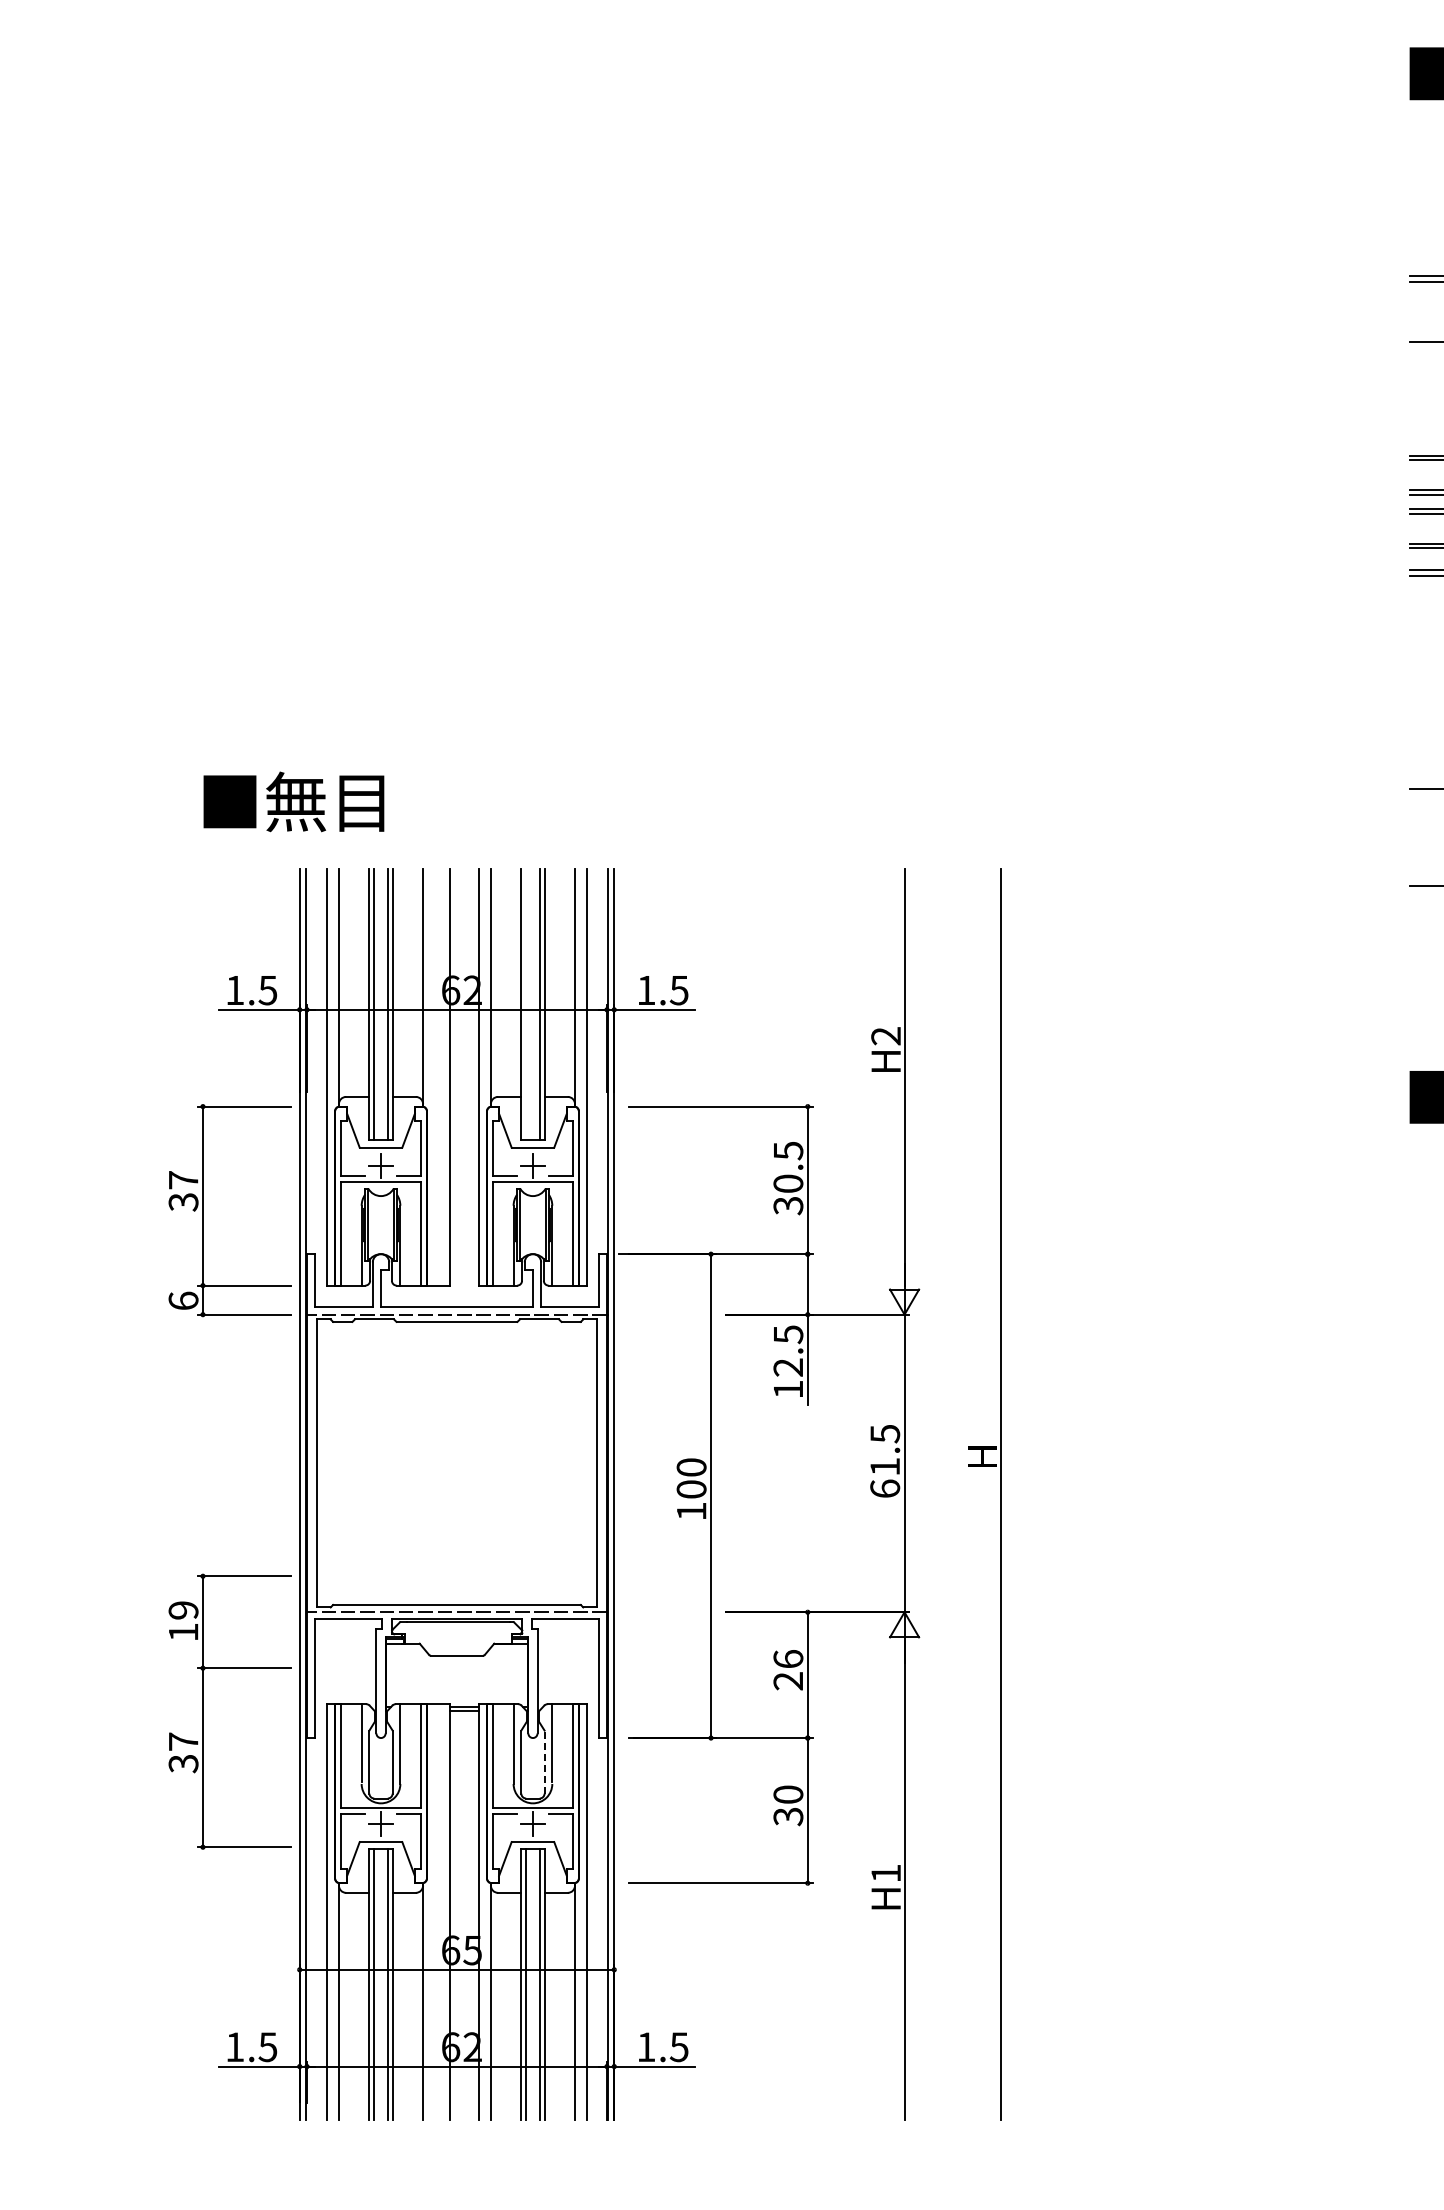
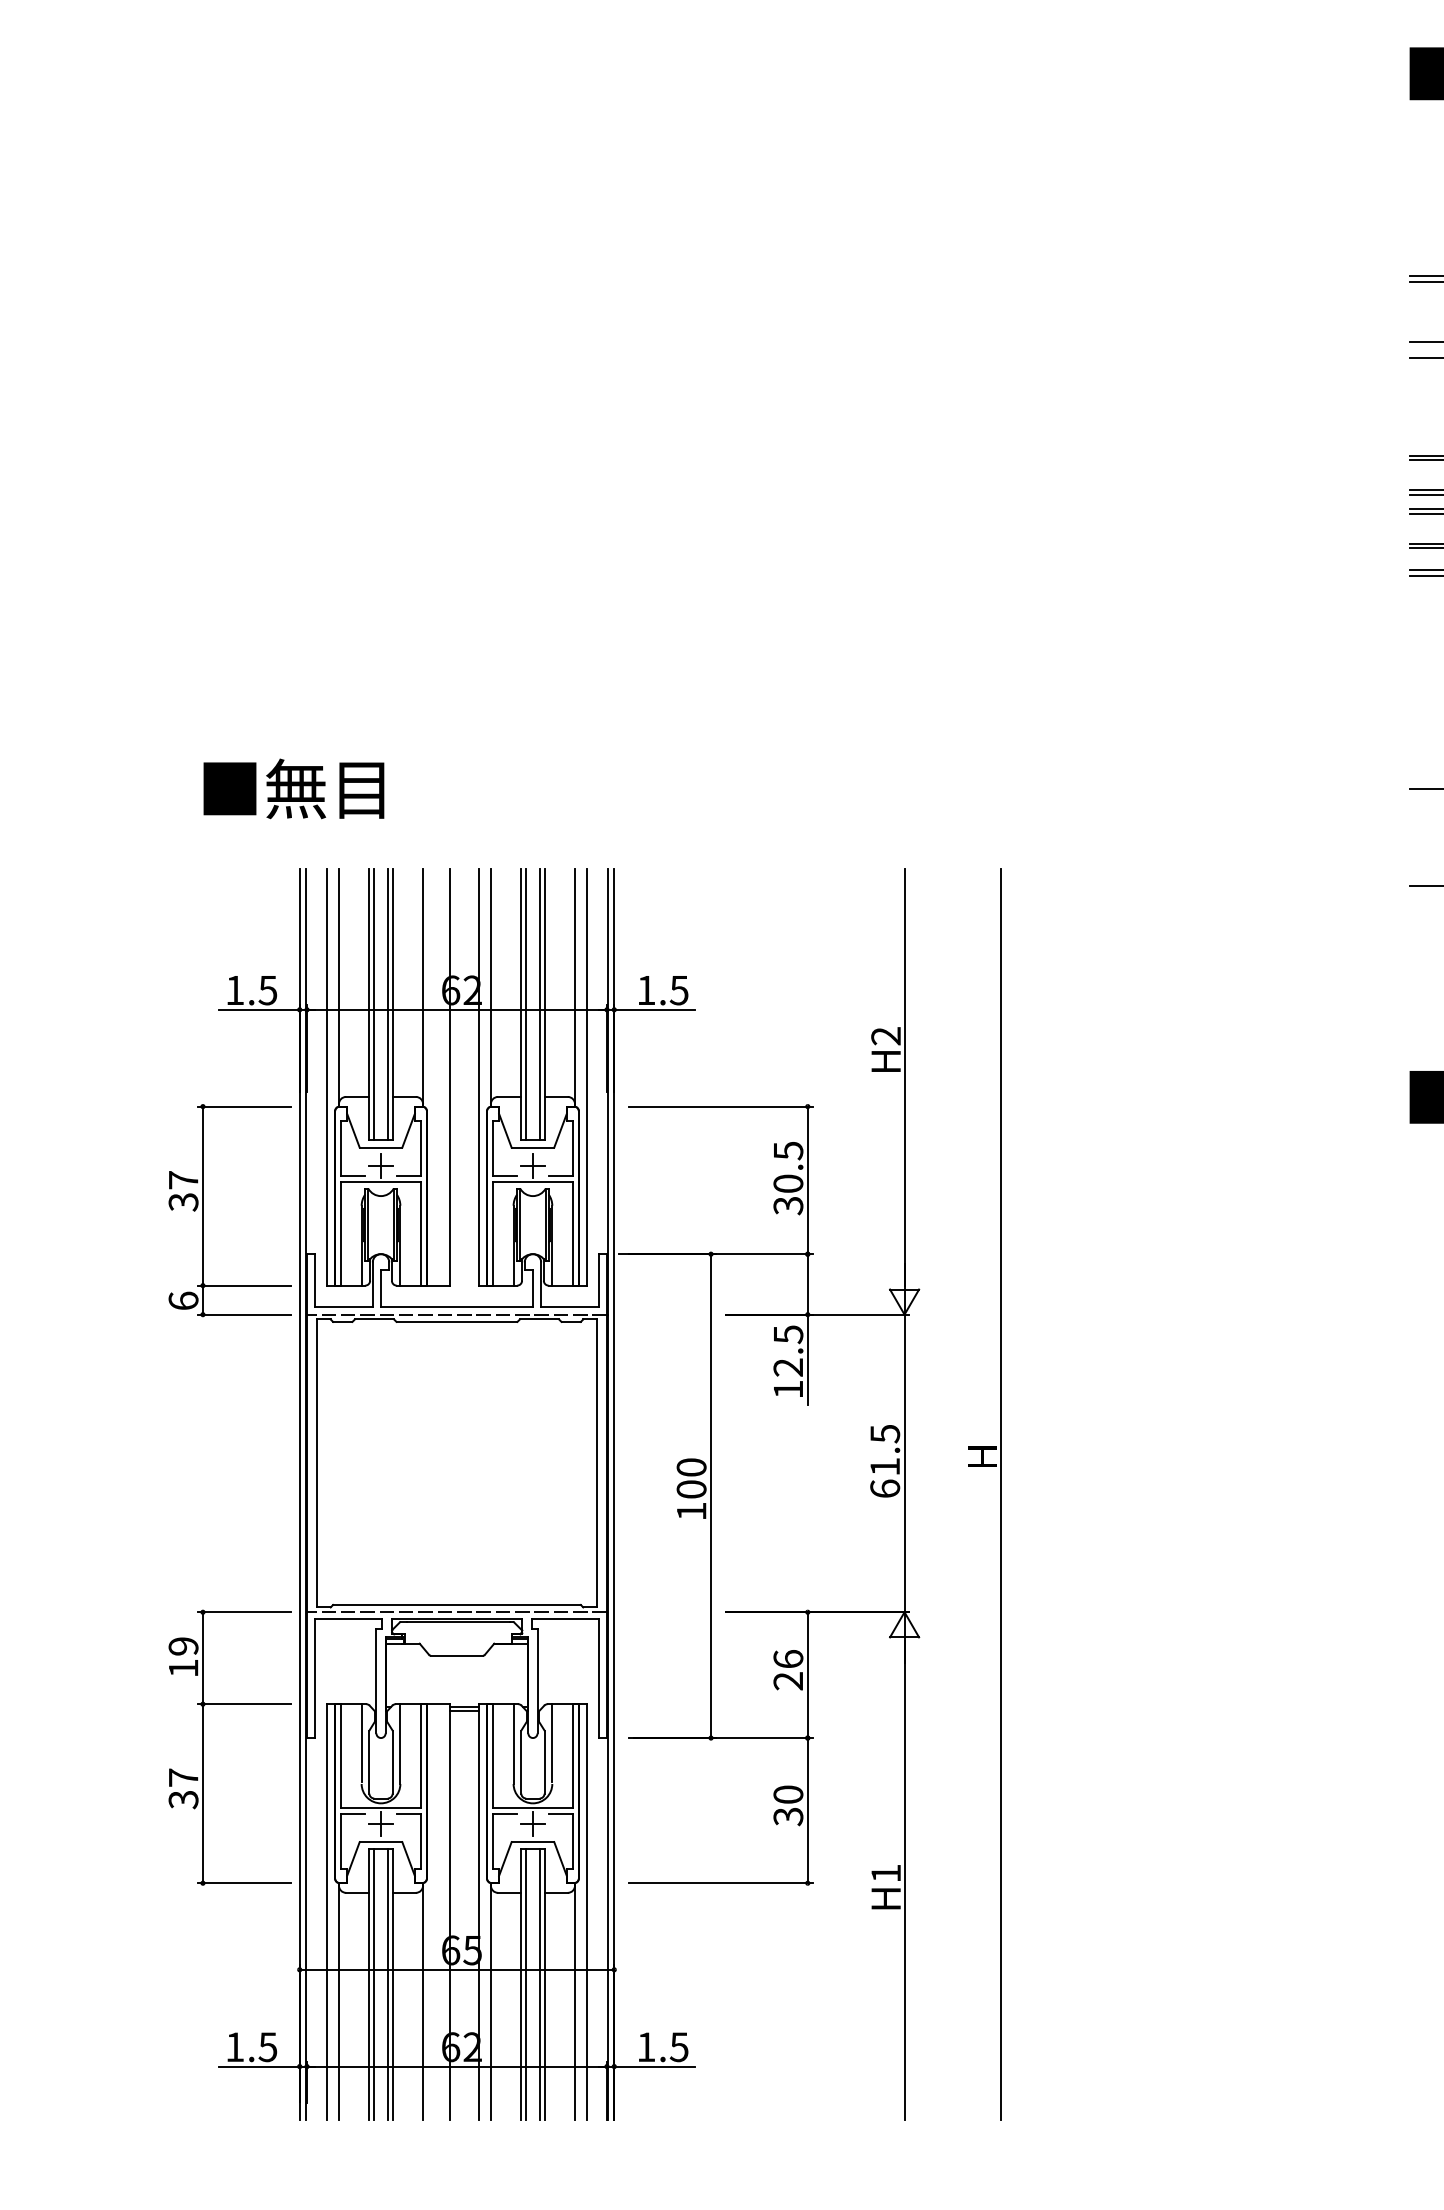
line at (1424, 358): none -> present
text at (293, 801) position: (293, 801) -> (293, 788)
line at (525, 1004): none -> present
part at (203, 1711) position: (203, 1711) -> (203, 1747)
line at (544, 1762): dashed -> solid
